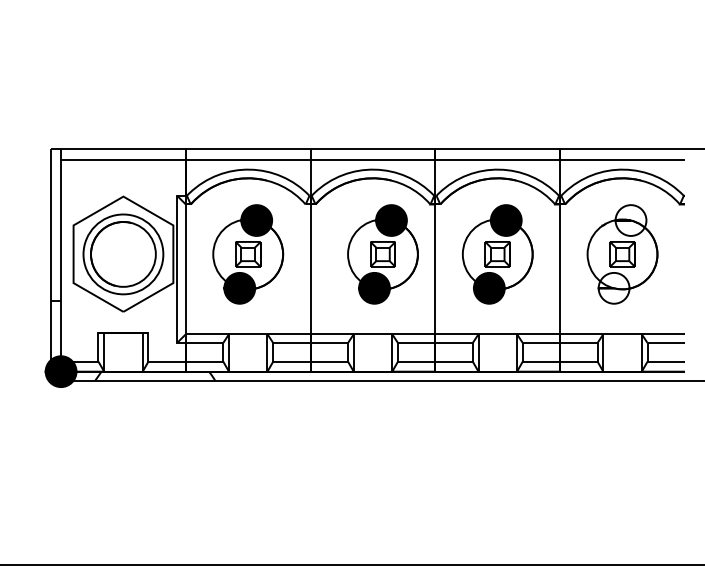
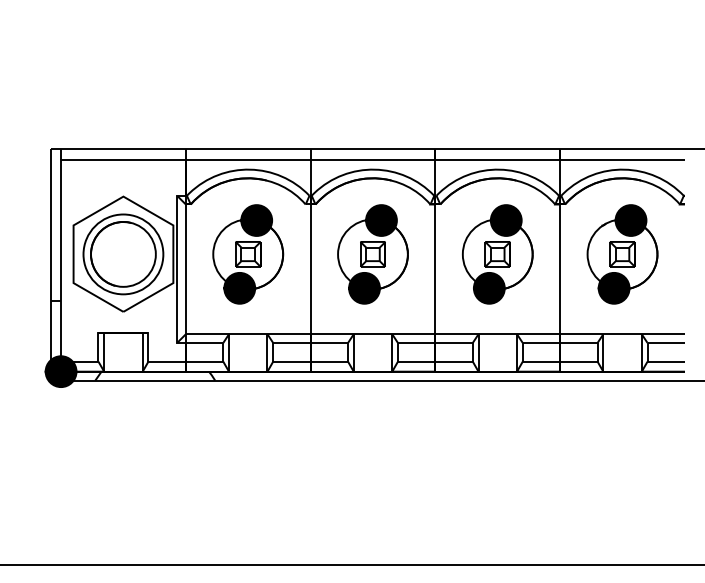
fill at (630, 220): none -> present
part at (382, 254) position: (382, 254) -> (372, 254)
fill at (613, 287): none -> present
